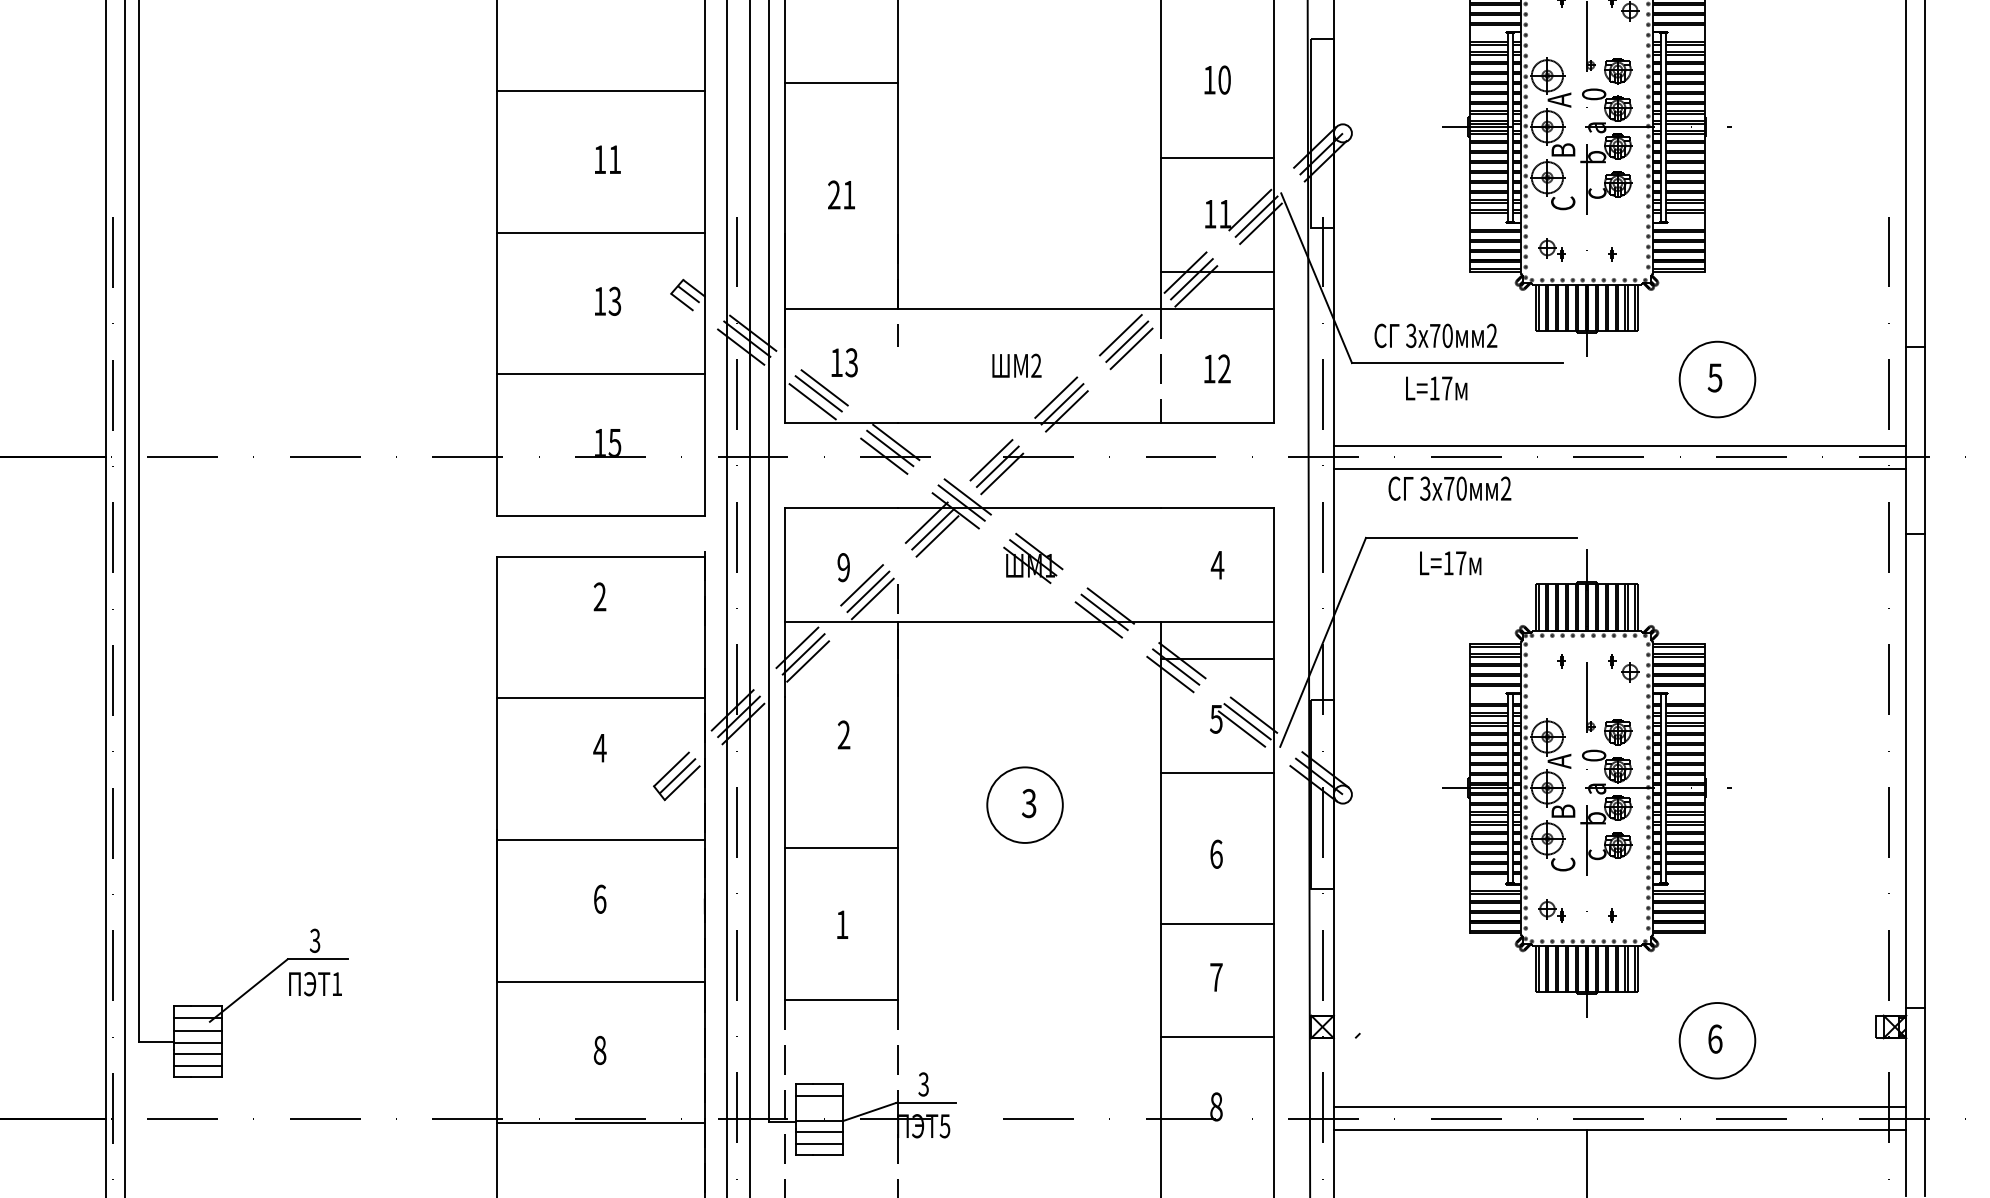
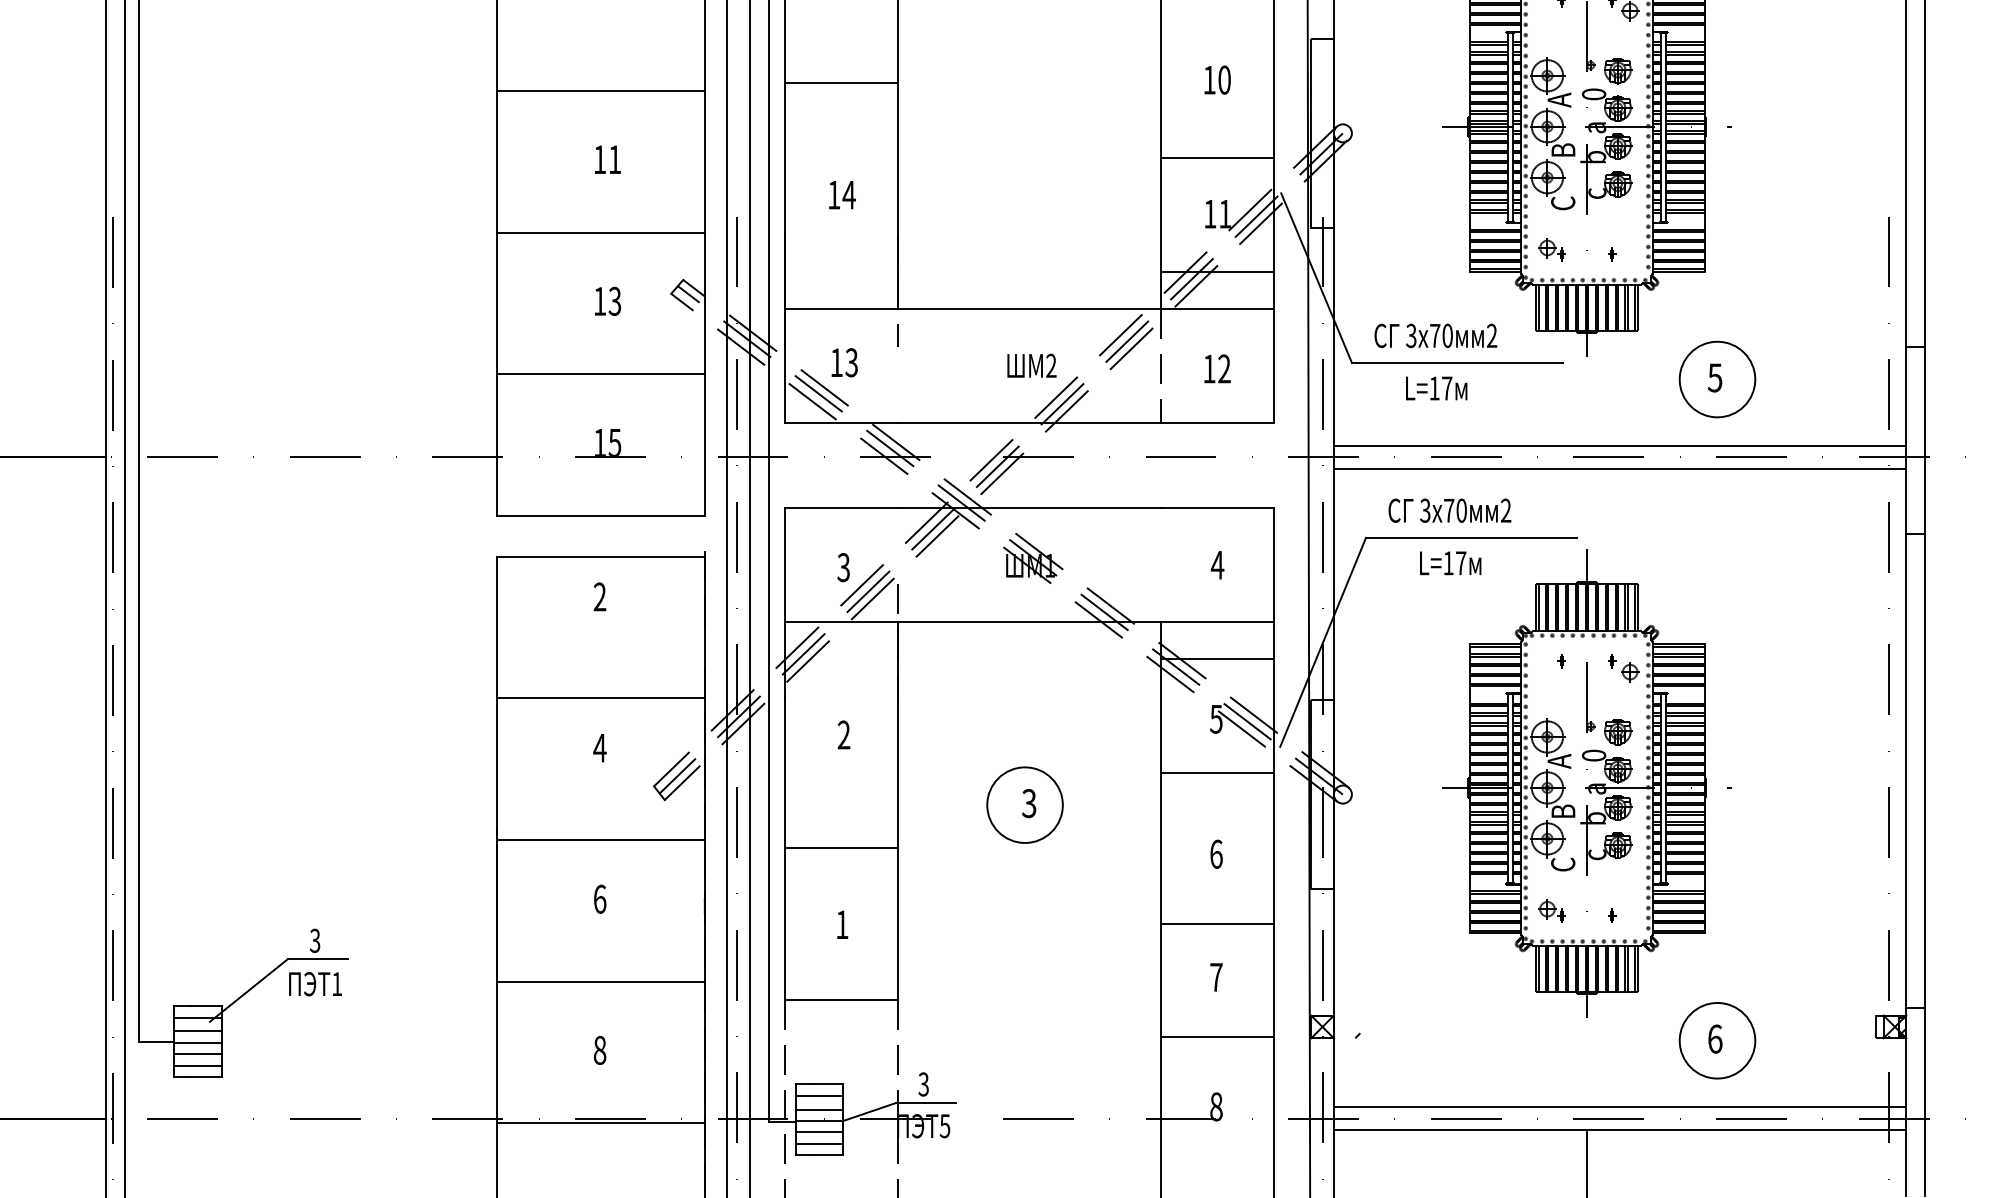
text at (841, 194): 21 -> 14
text at (1016, 365) position: (1016, 365) -> (1031, 365)
text at (1449, 488) position: (1449, 488) -> (1449, 510)
text at (843, 567): 9 -> 3
line at (819, 1109): none -> present
